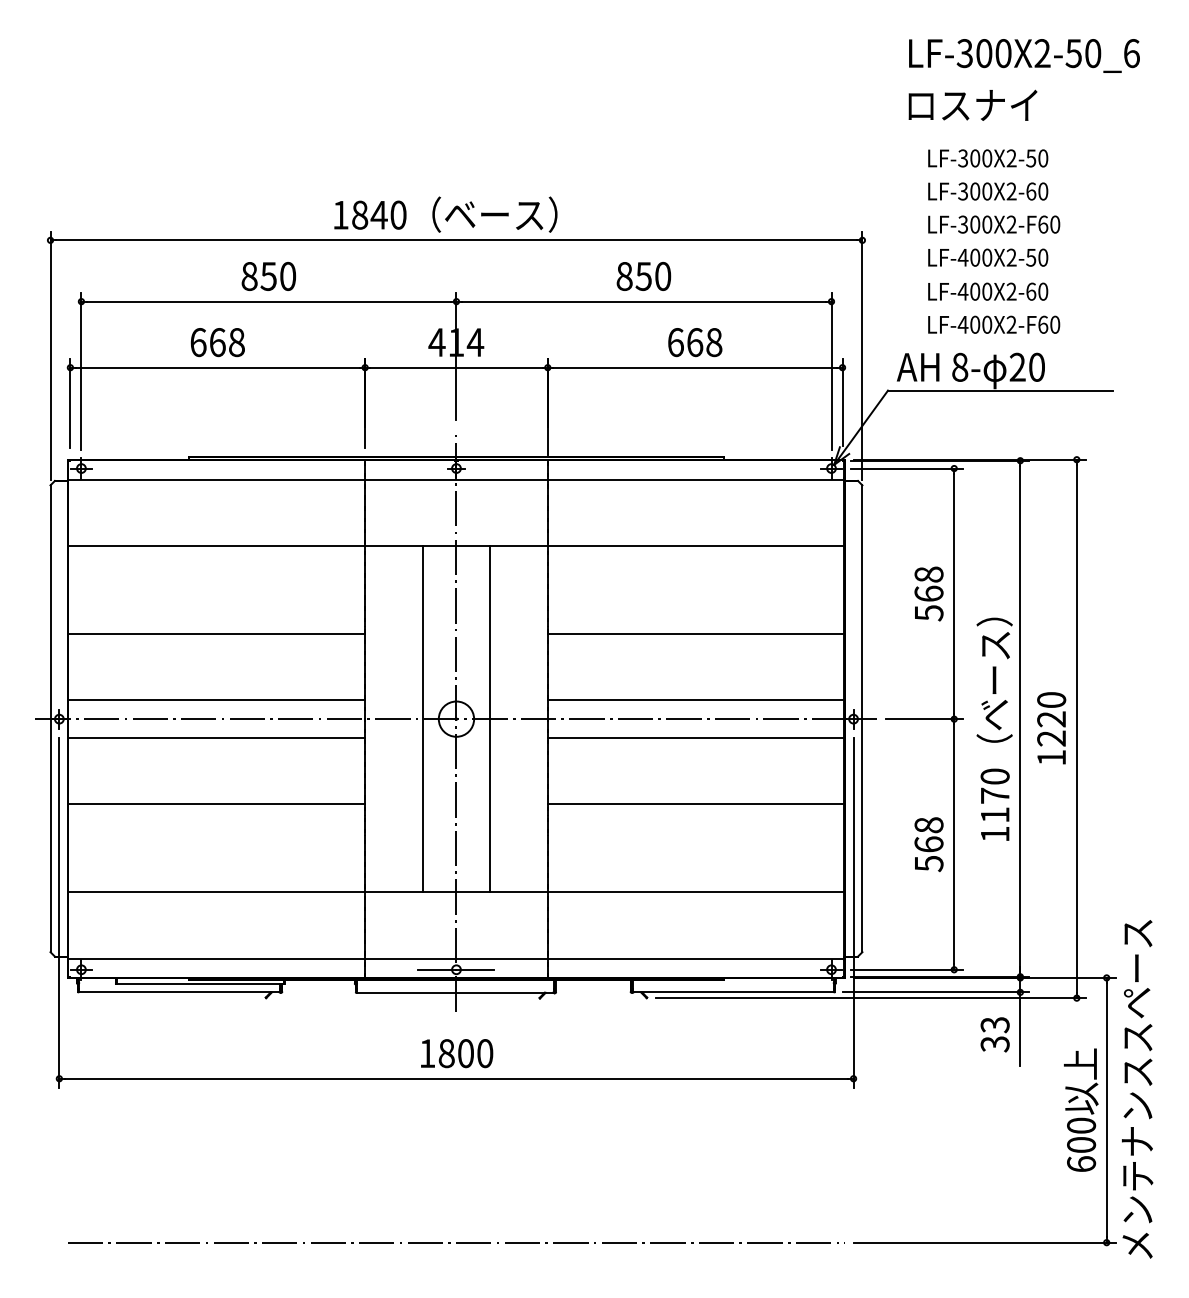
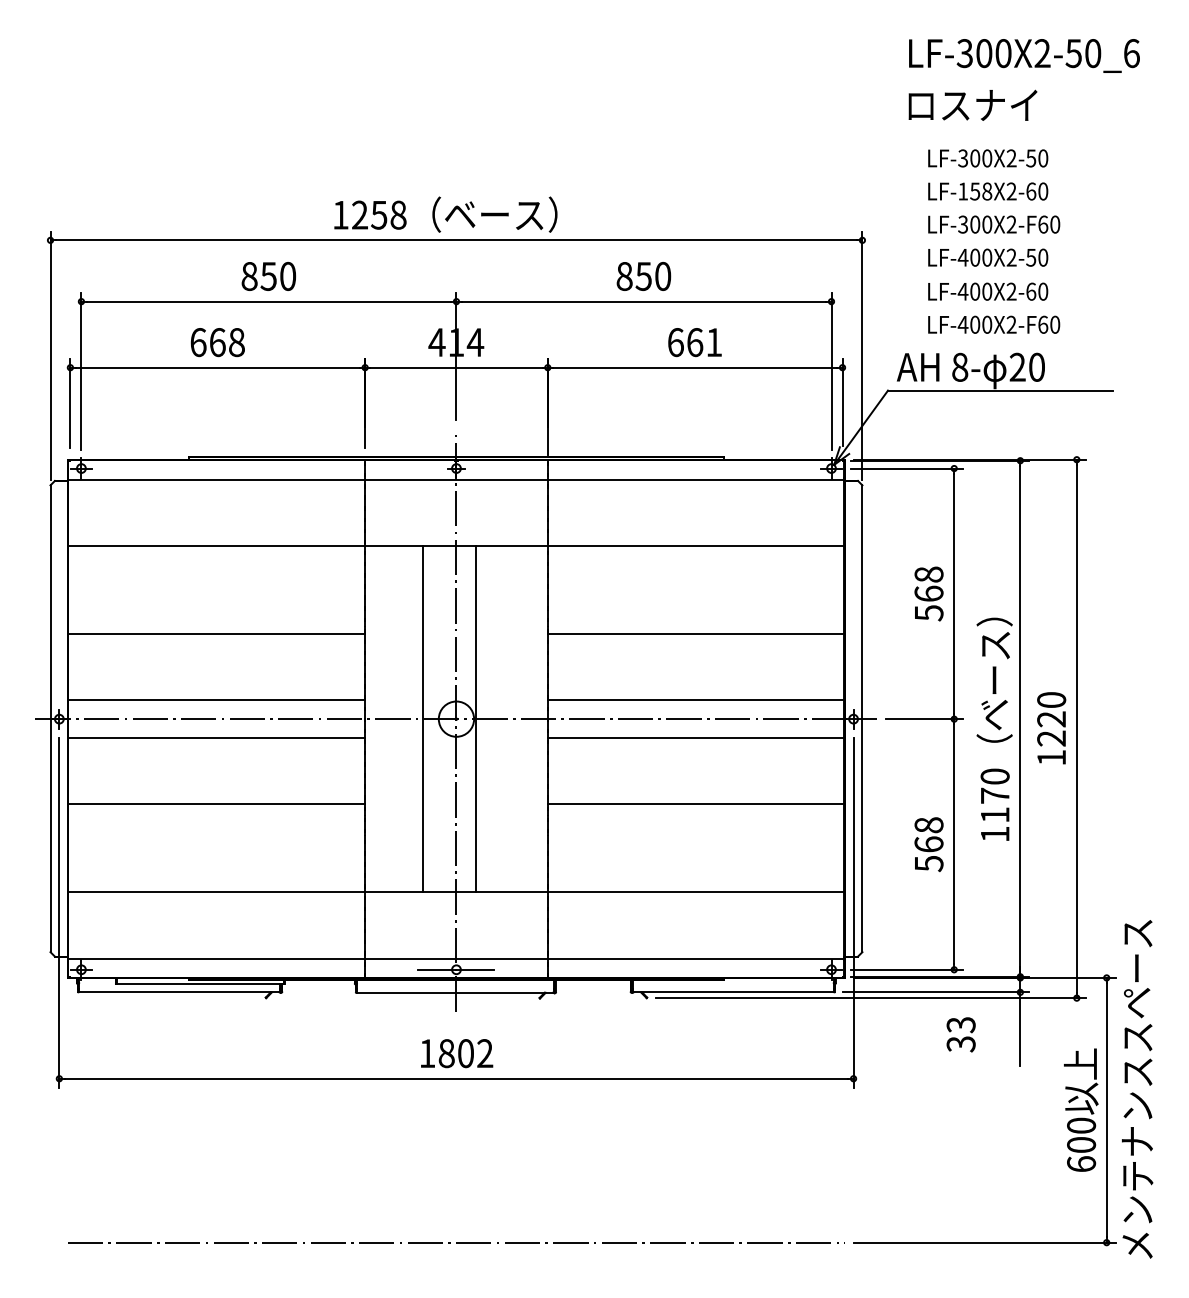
text at (975, 191): LF-300X2-60 -> LF-158X2-60
text at (379, 214): 1840 -> 1258
text at (714, 342): 668 -> 661
line at (489, 718) position: (489, 718) -> (475, 718)
text at (994, 1034) position: (994, 1034) -> (960, 1034)
text at (485, 1053): 1800 -> 1802
